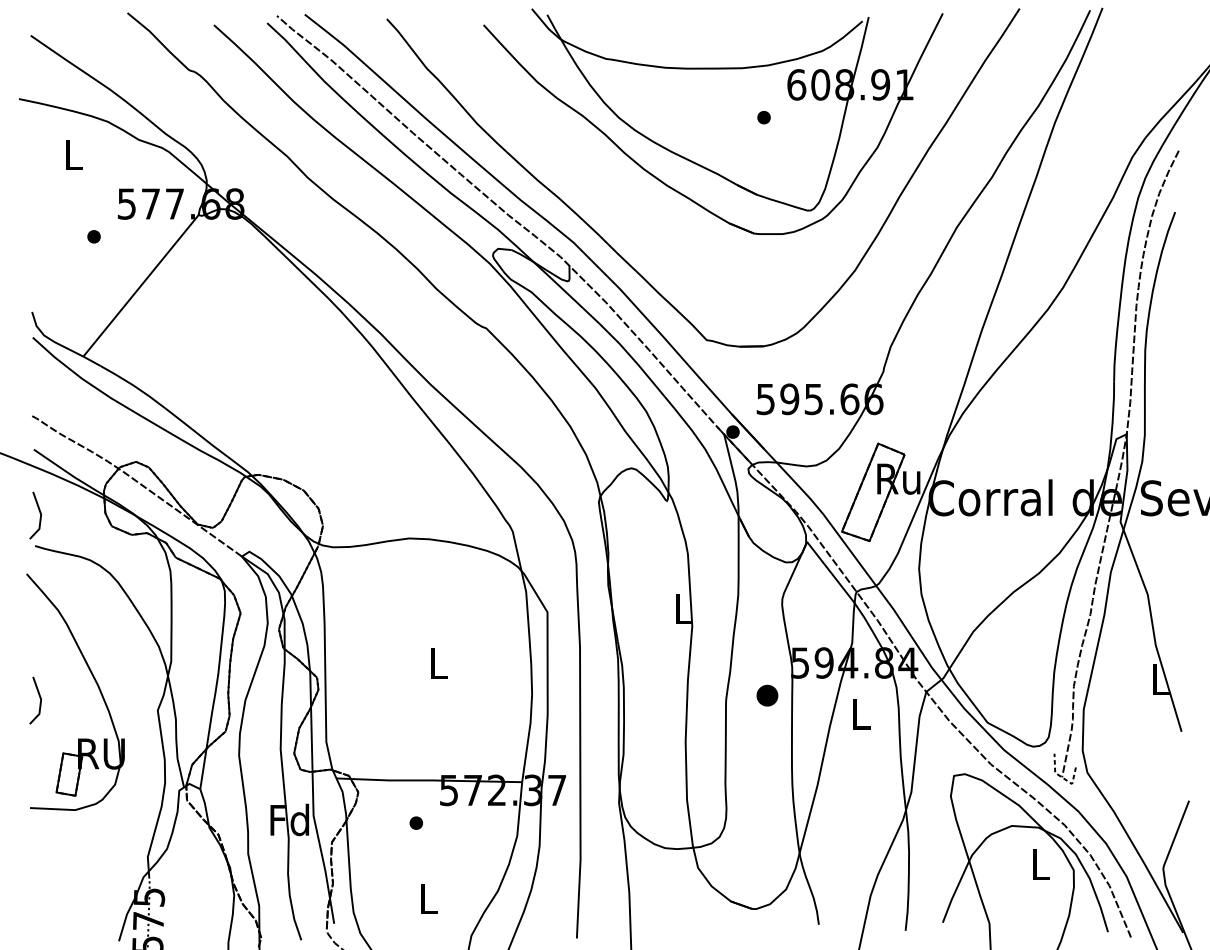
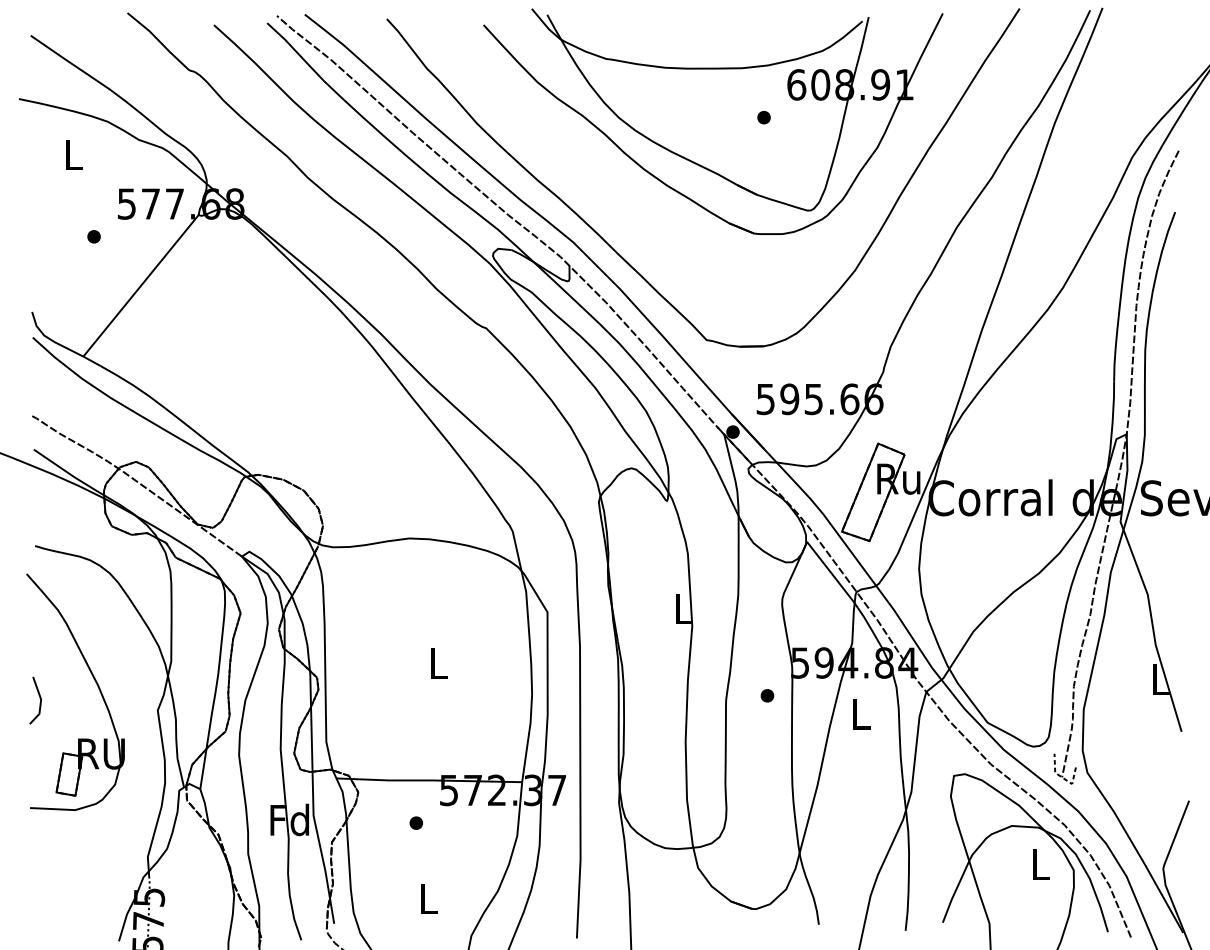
line at (39, 513): present -> none
part at (767, 695) size: 23x23 px -> 15x14 px
